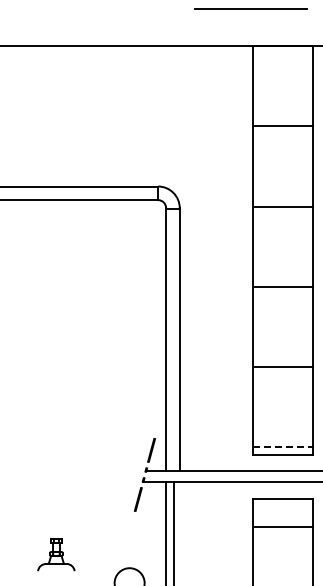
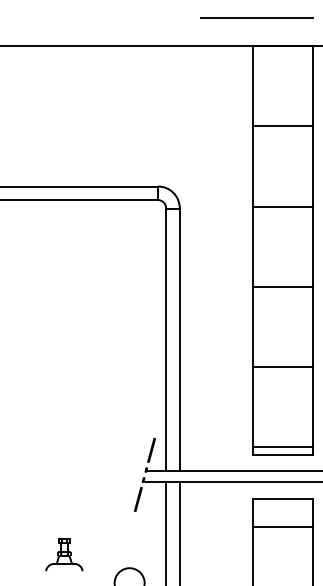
line at (250, 8) position: (250, 8) -> (256, 17)
line at (283, 446): dashed -> solid
line at (173, 532) position: (173, 532) -> (179, 532)
part at (56, 554) position: (56, 554) -> (64, 554)
